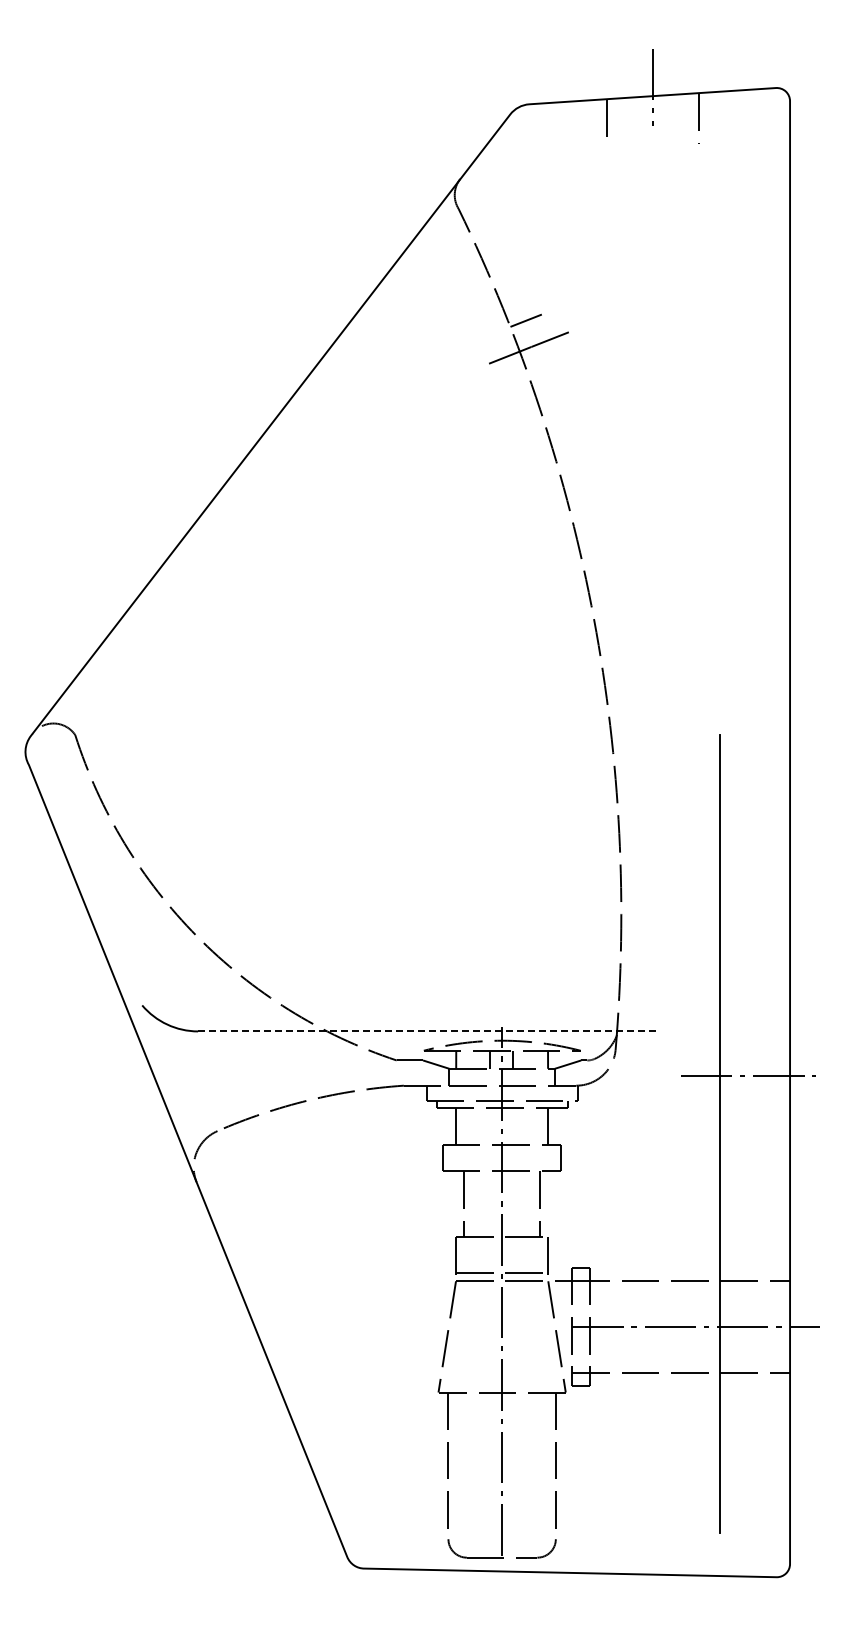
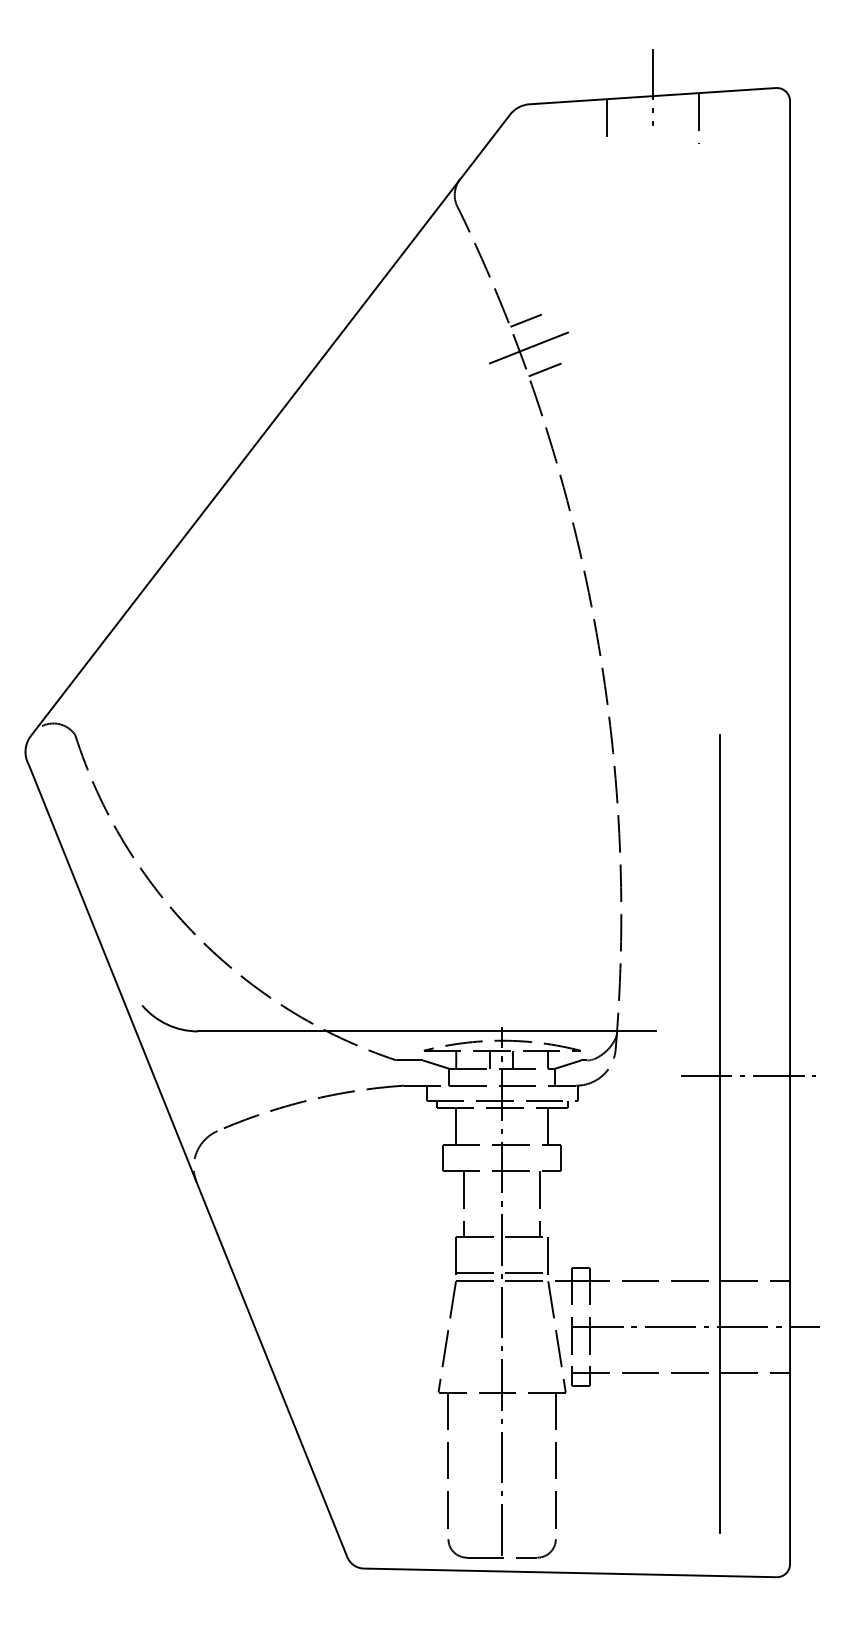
line at (544, 369): none -> present
line at (426, 1031): dashed -> solid
